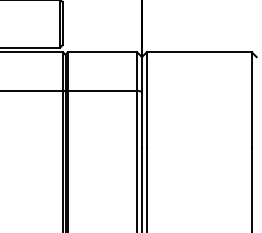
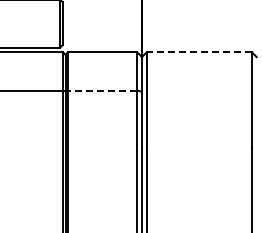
line at (199, 52): solid -> dashed
line at (102, 90): solid -> dashed
